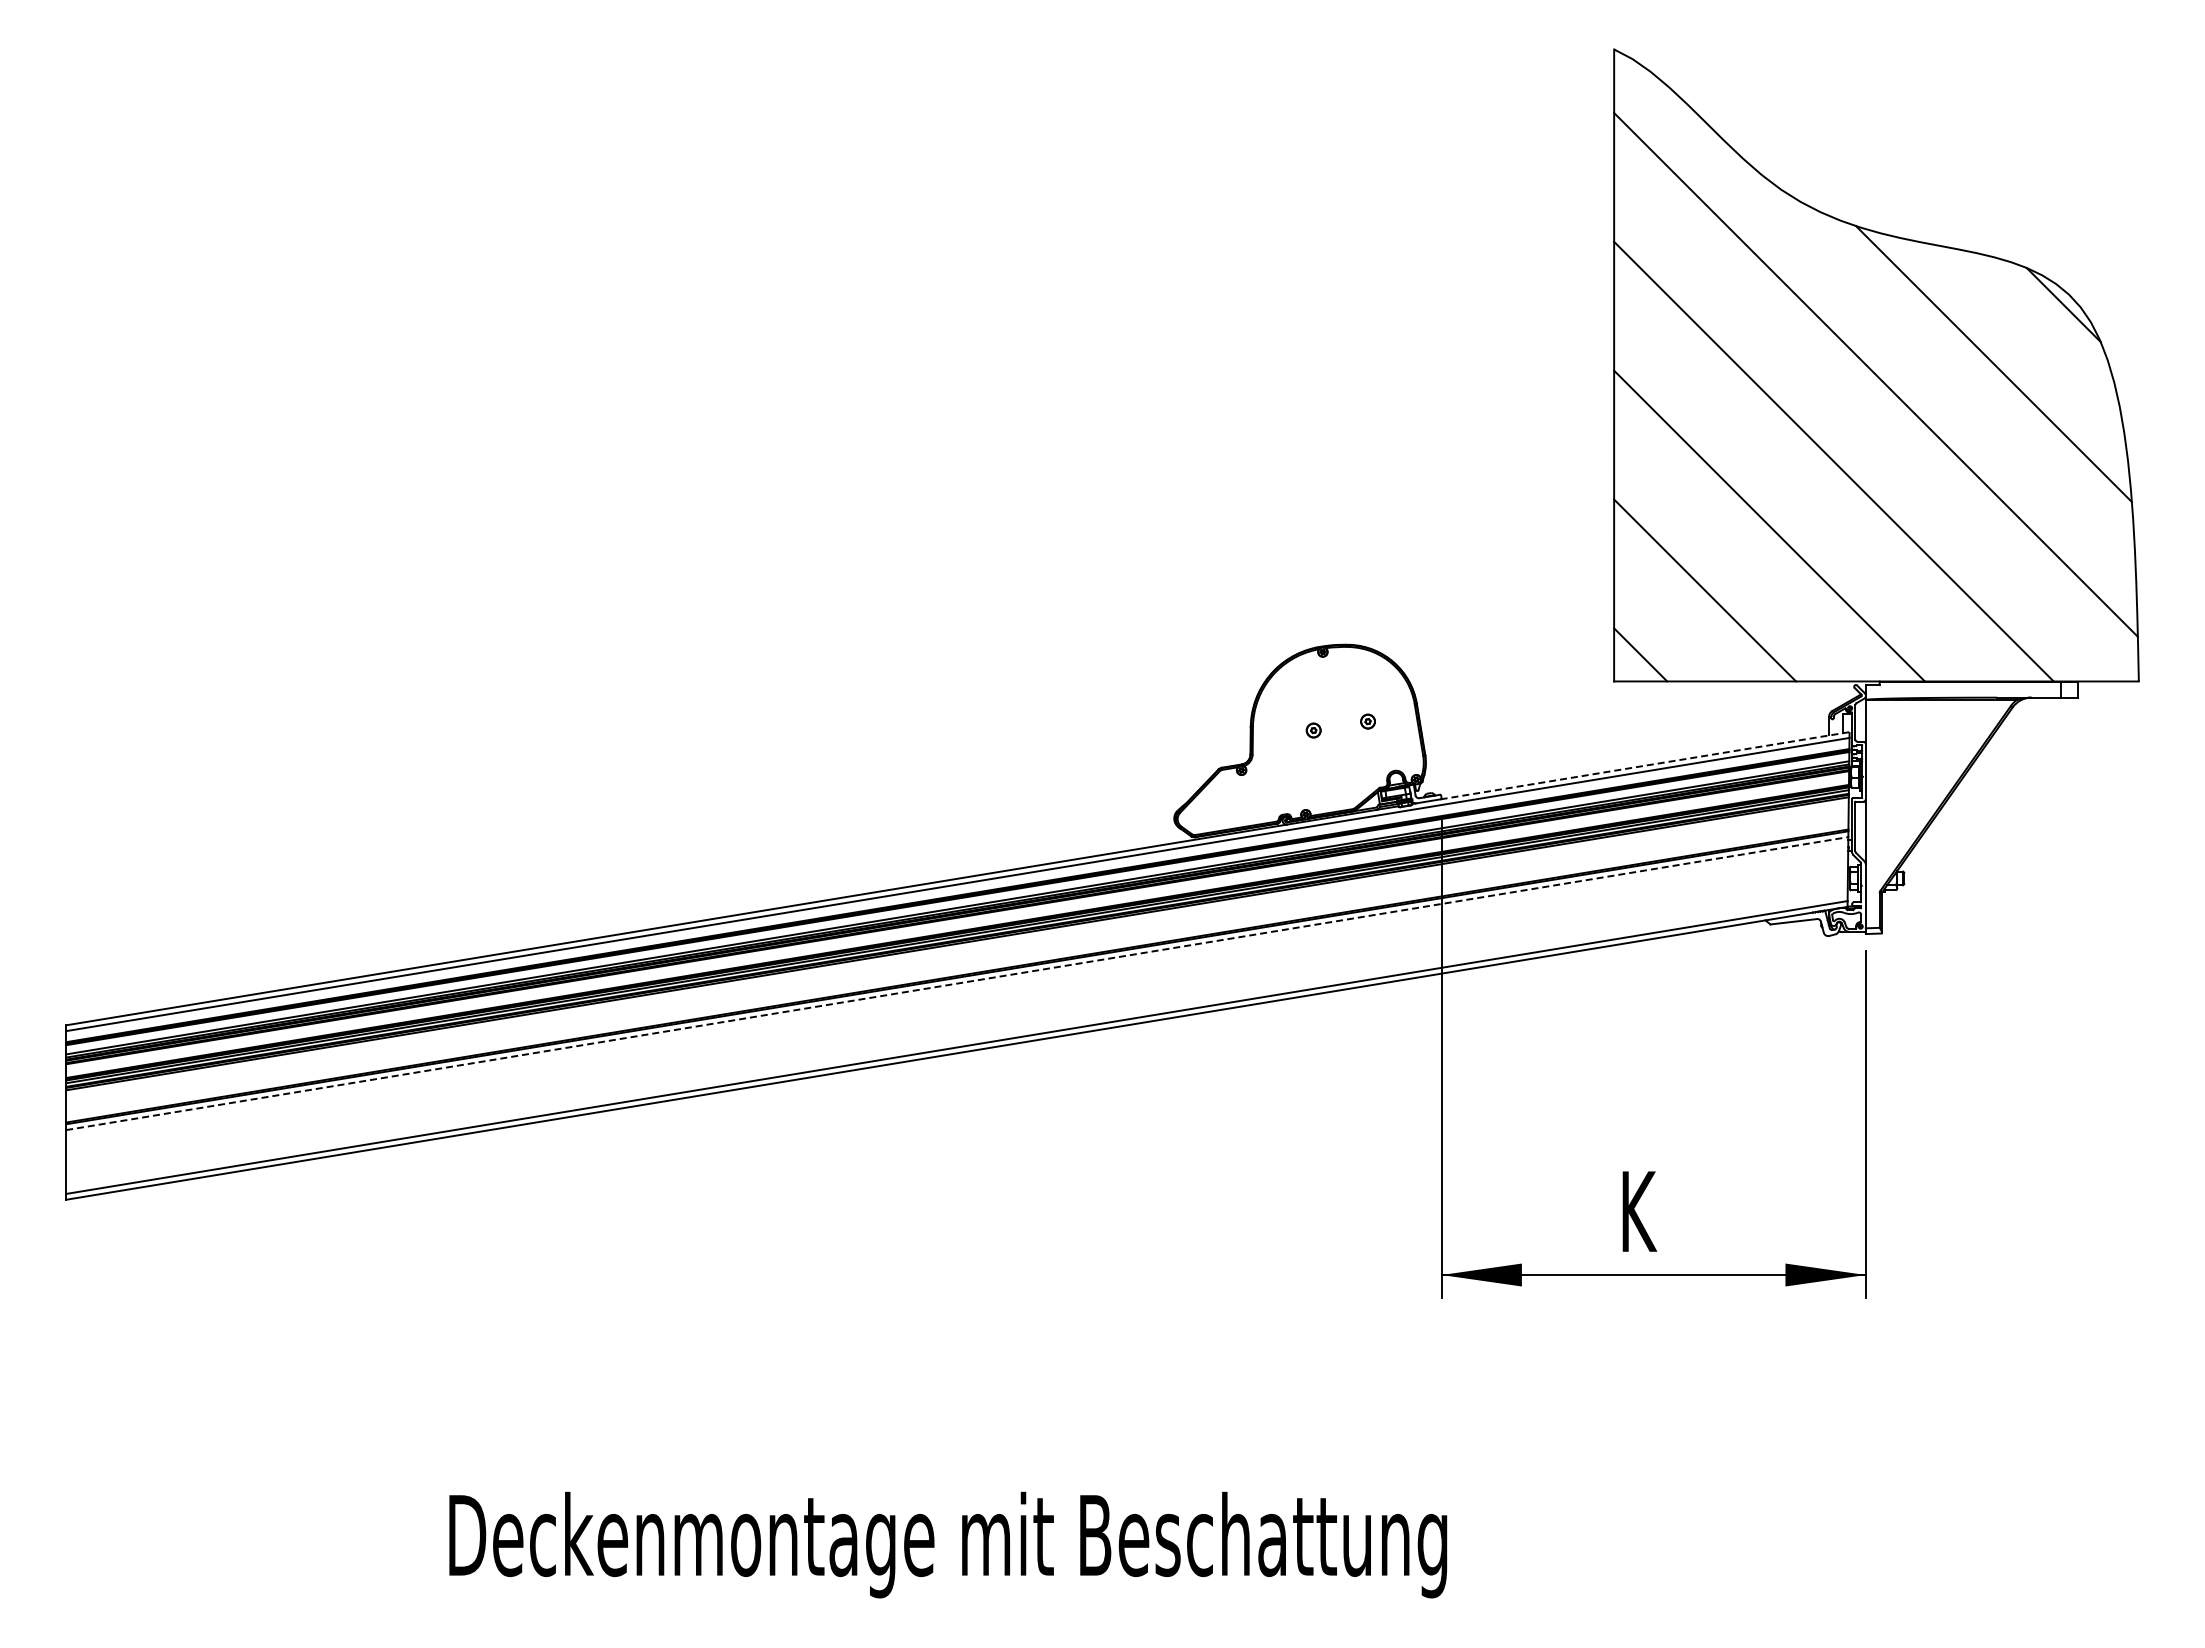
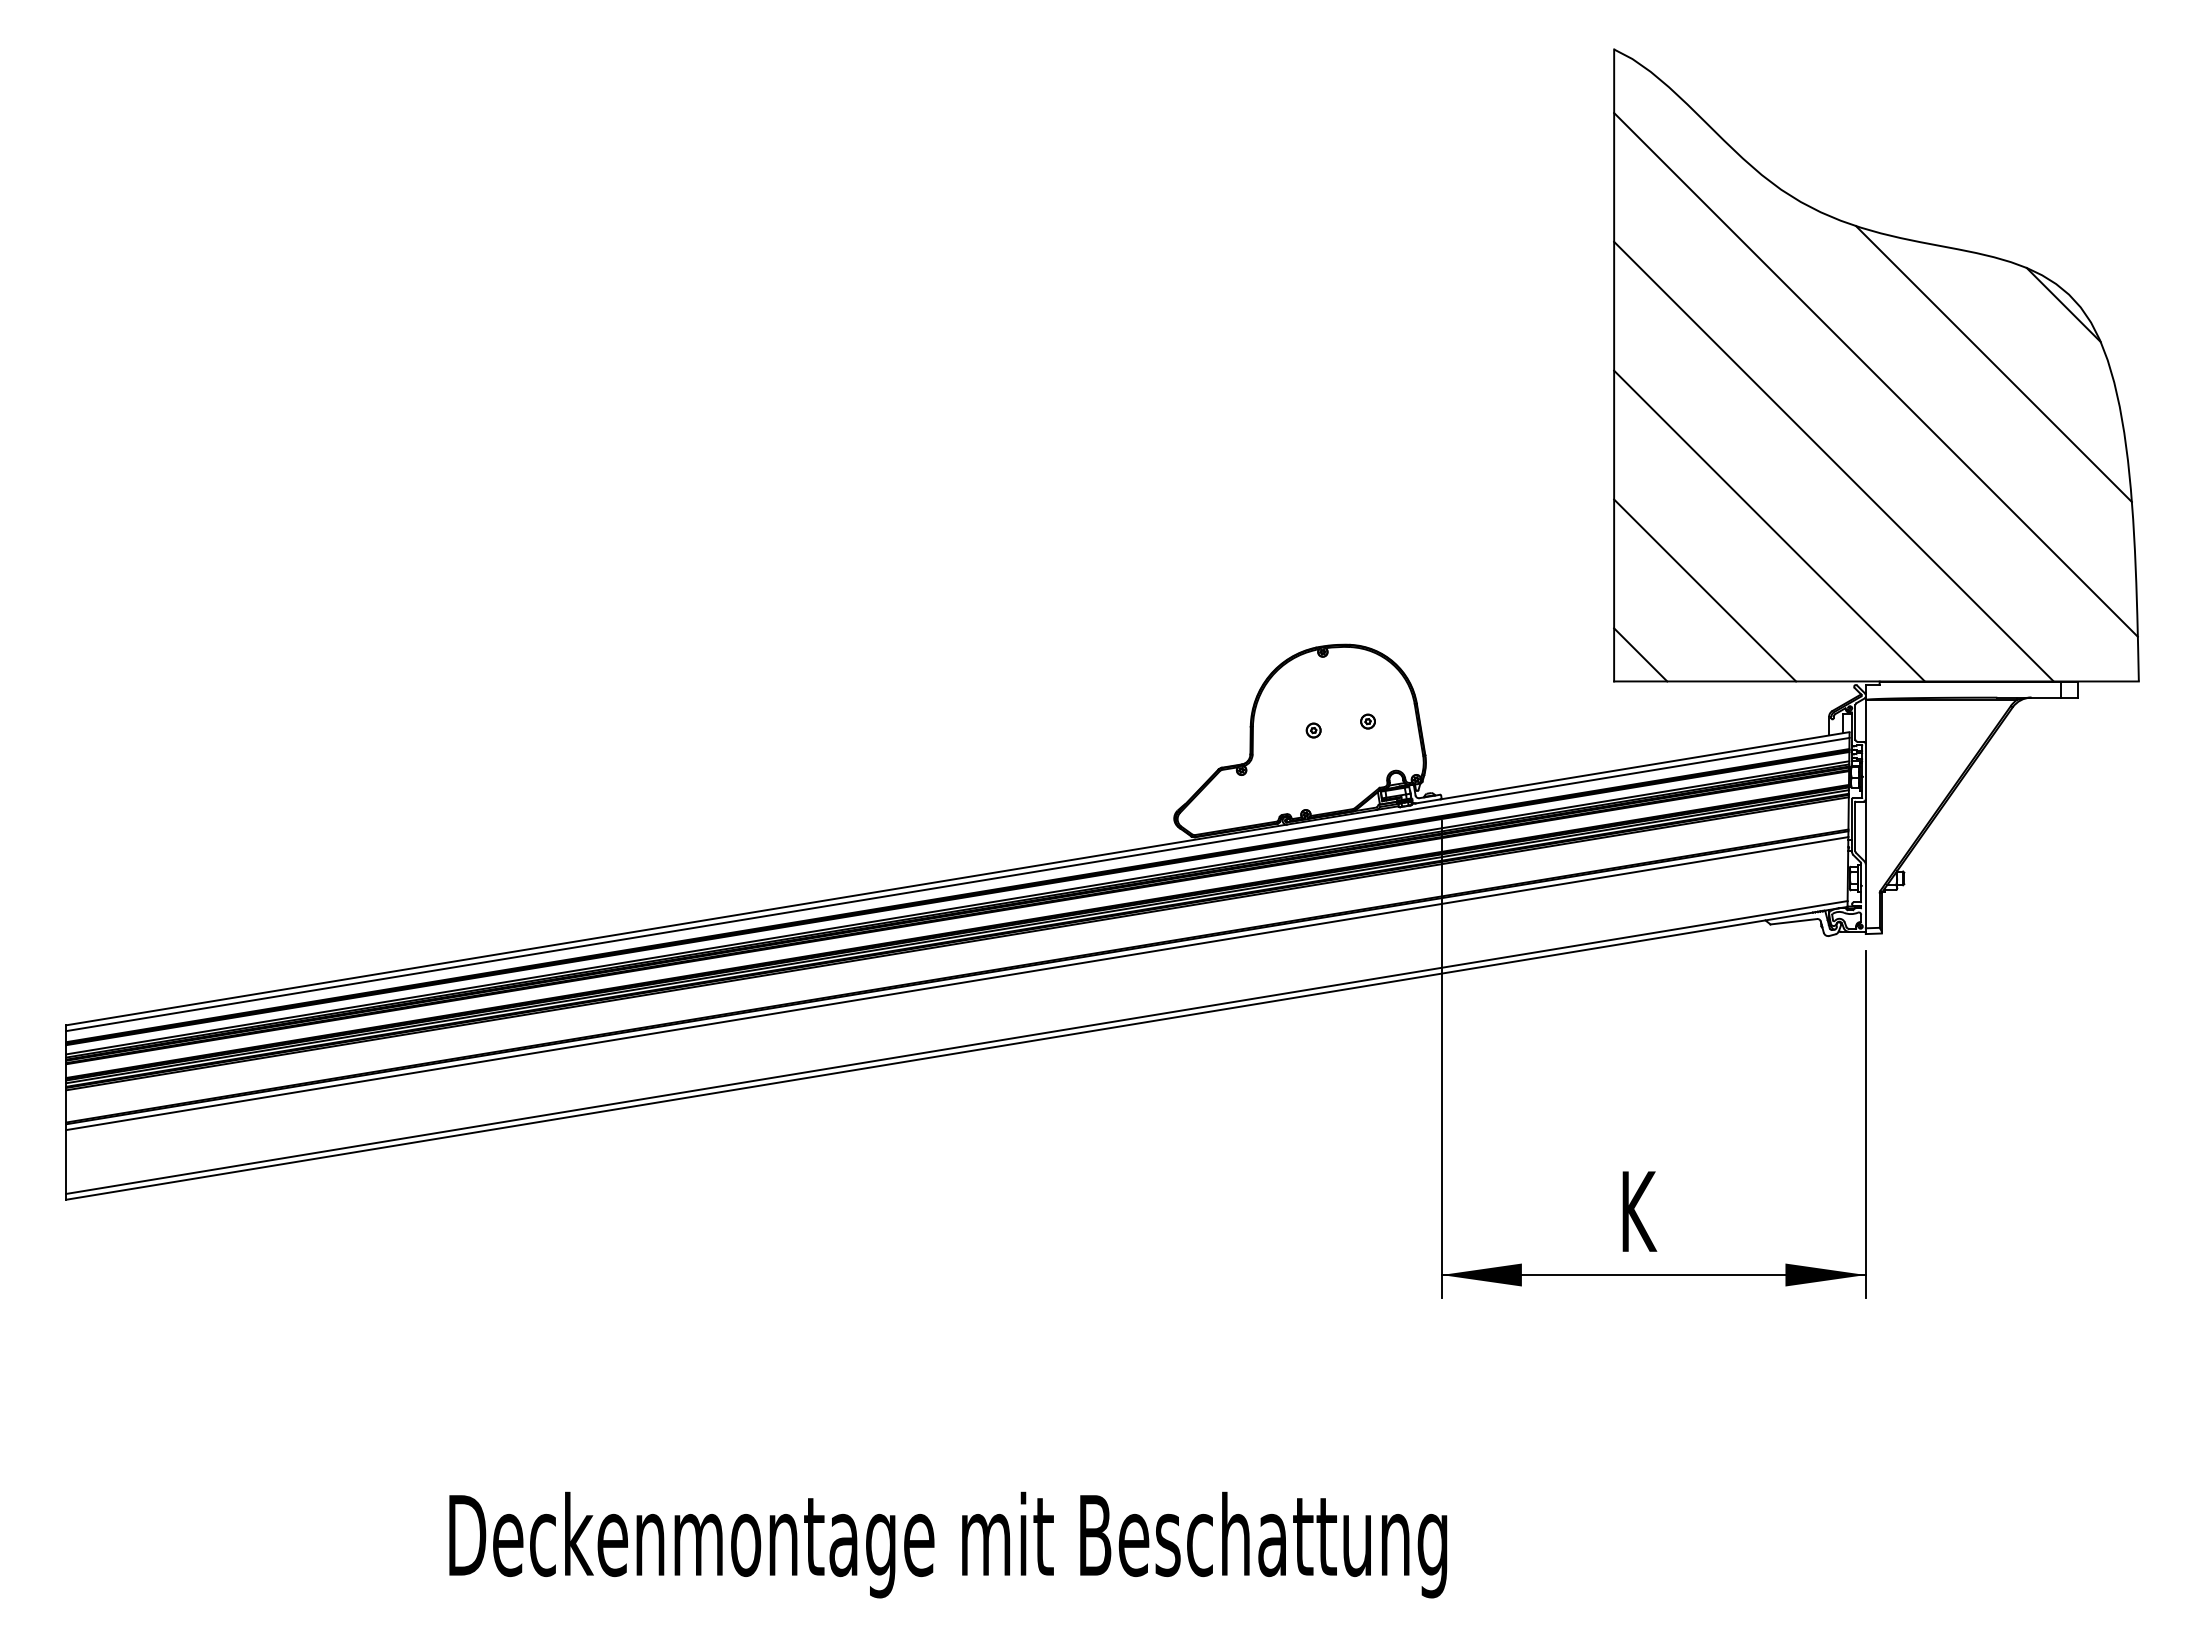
line at (1645, 765): dashed -> solid
line at (957, 983): dashed -> solid
